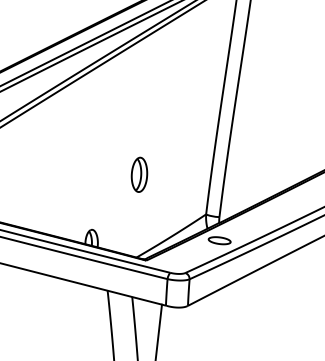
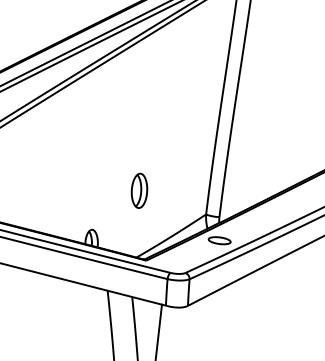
part at (139, 174) position: (139, 174) -> (139, 190)
